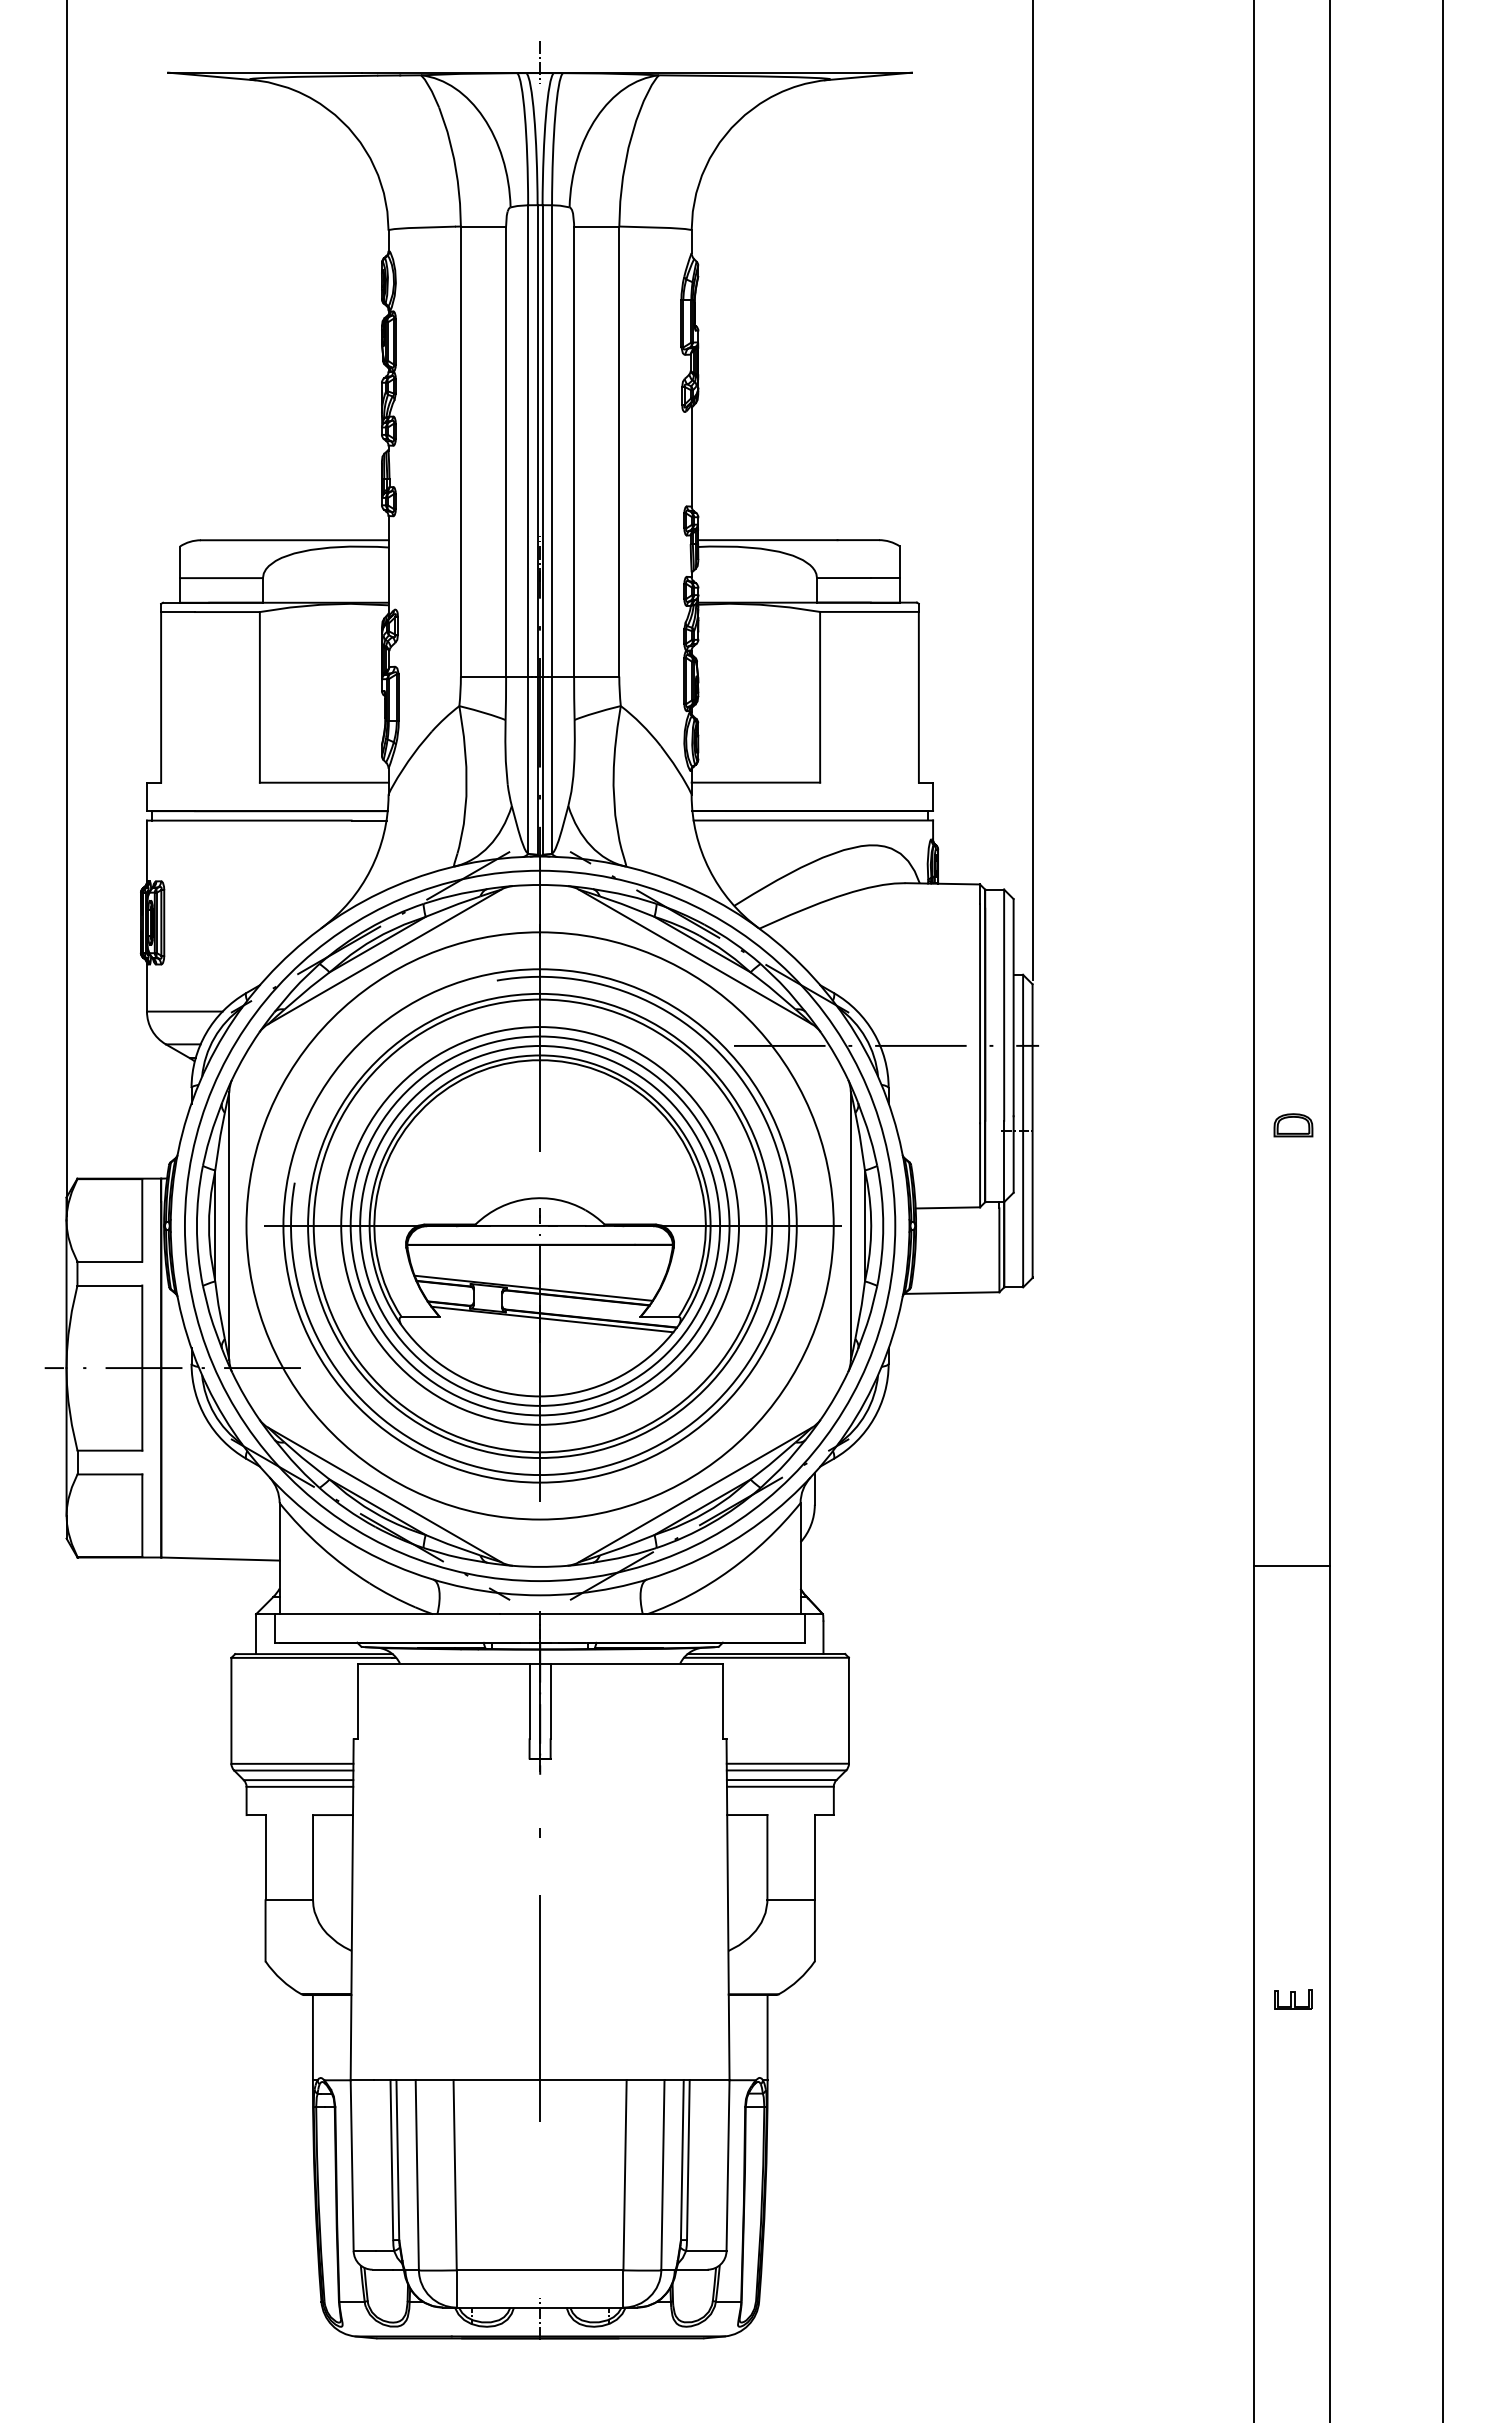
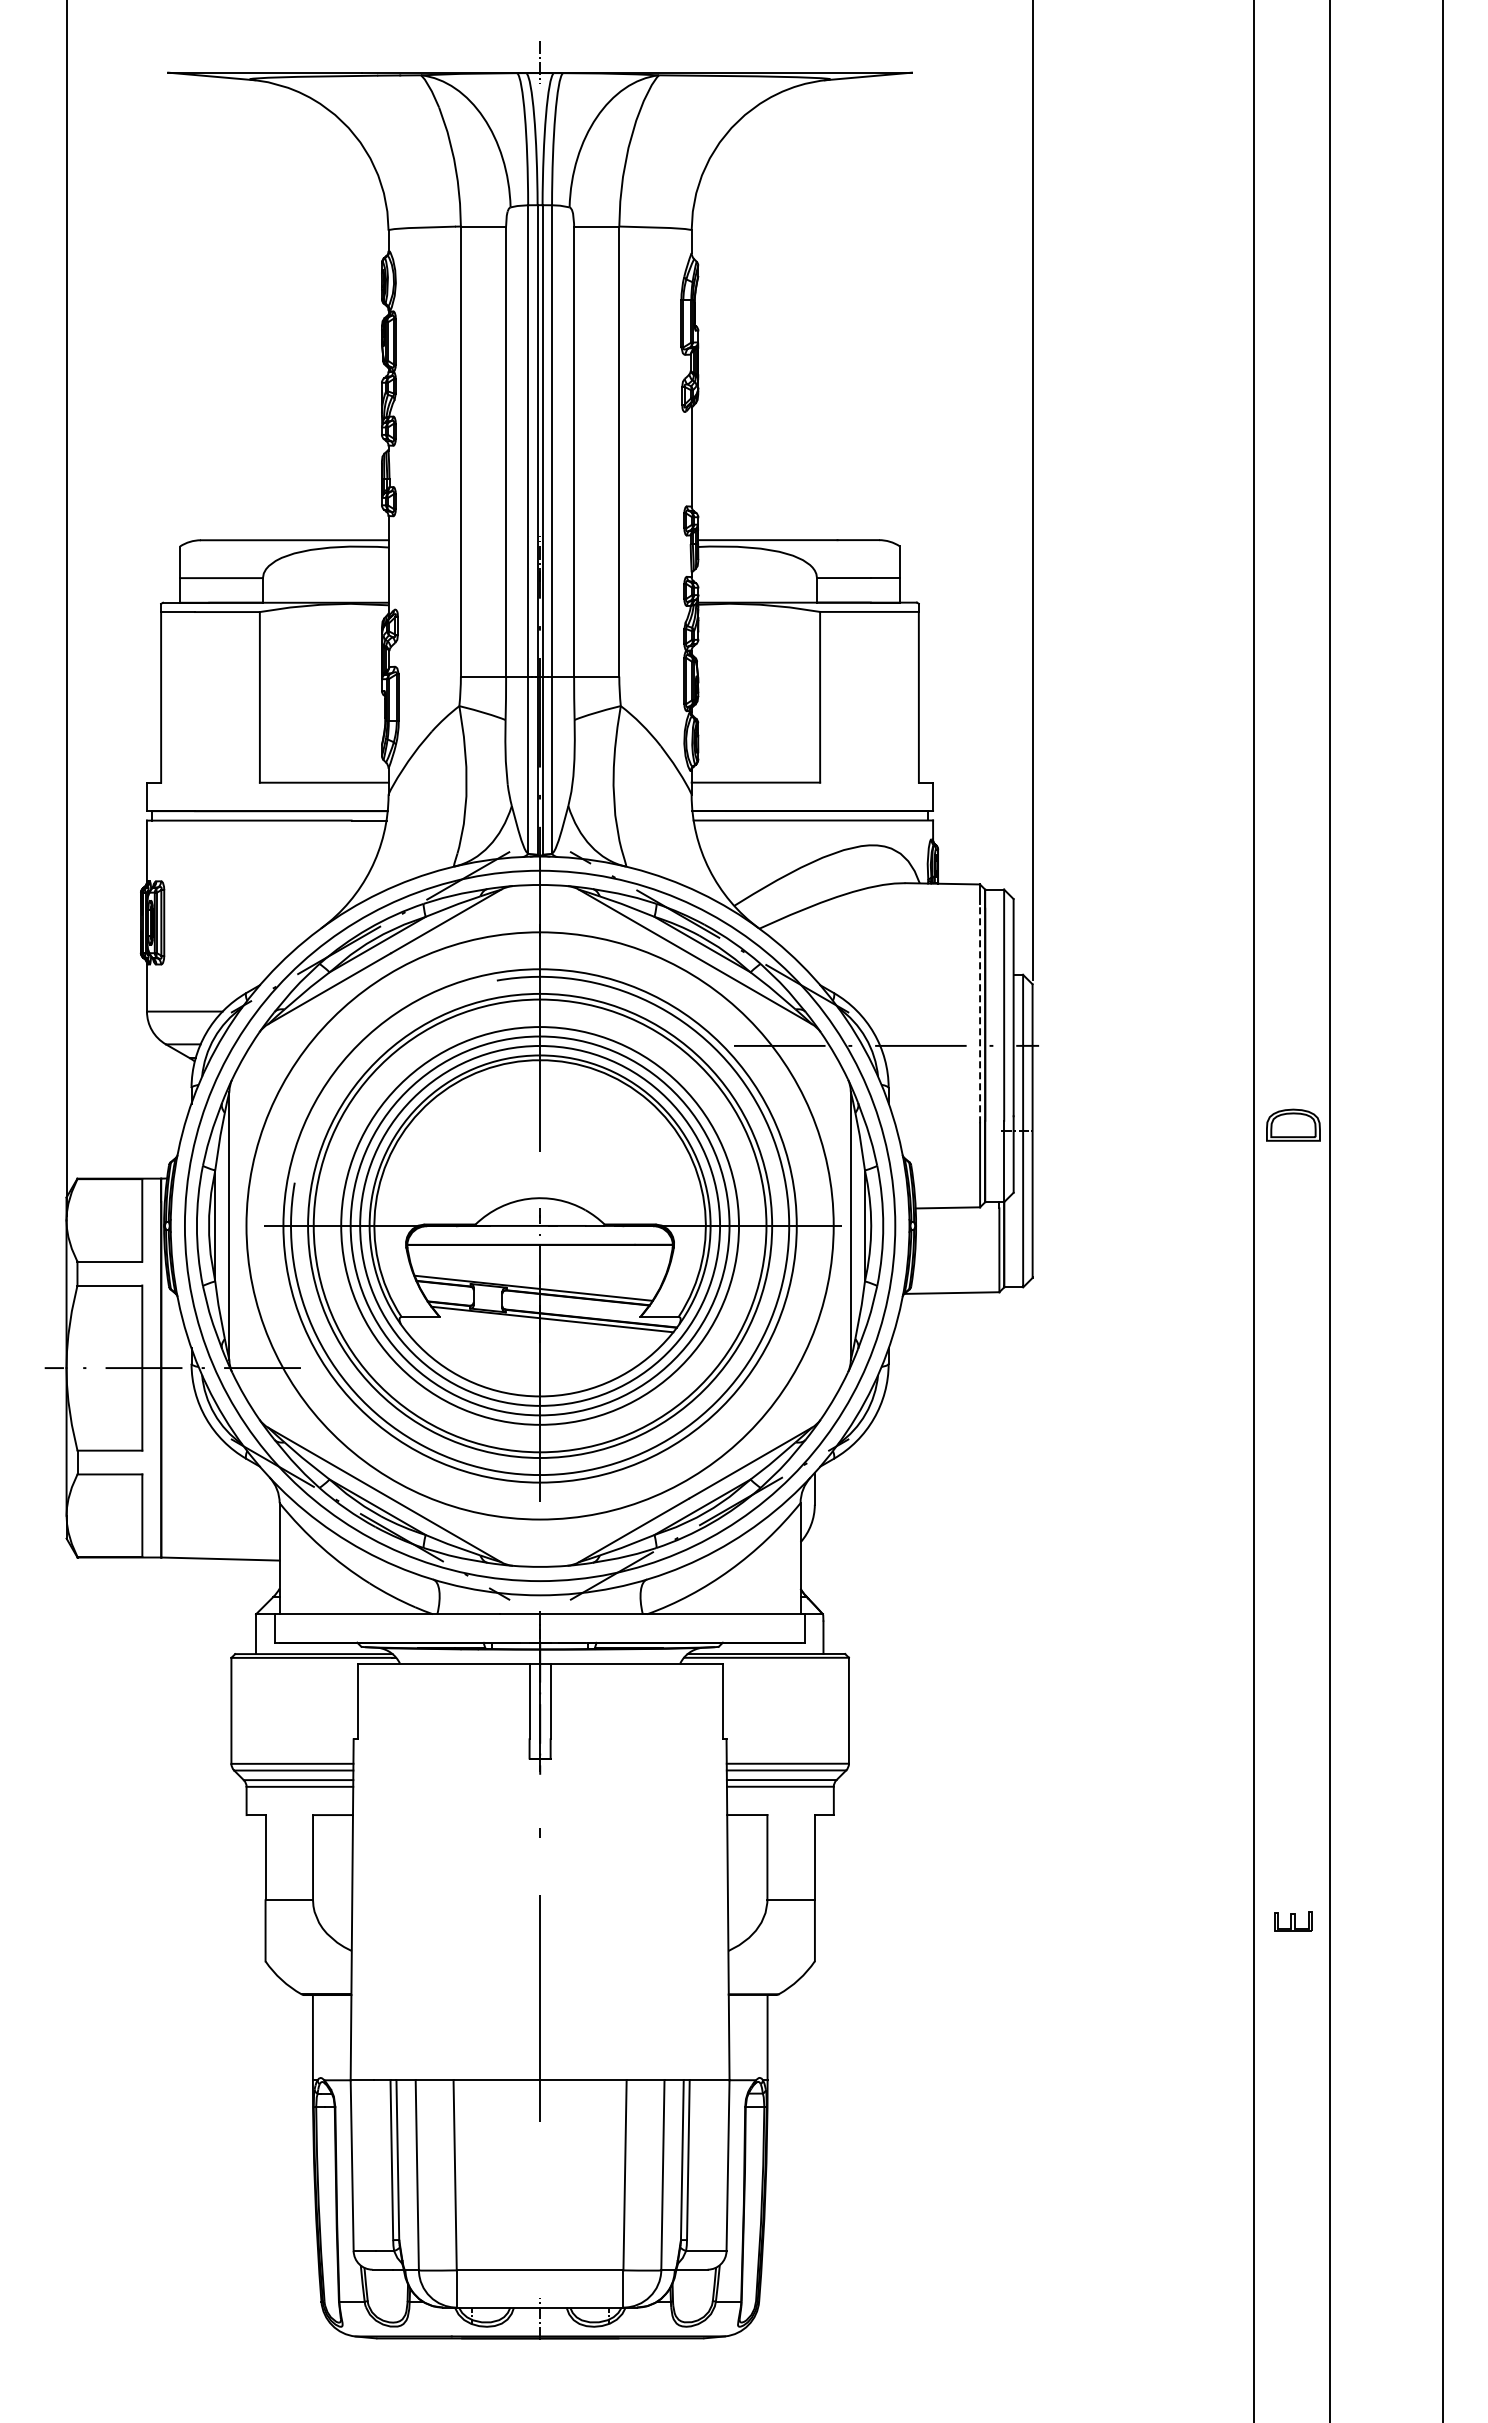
line at (980, 1013): solid -> dashed
part at (1293, 1125) size: 41x25 px -> 55x34 px
line at (1291, 1566): present -> none
part at (1293, 1999) position: (1293, 1999) -> (1293, 1921)
